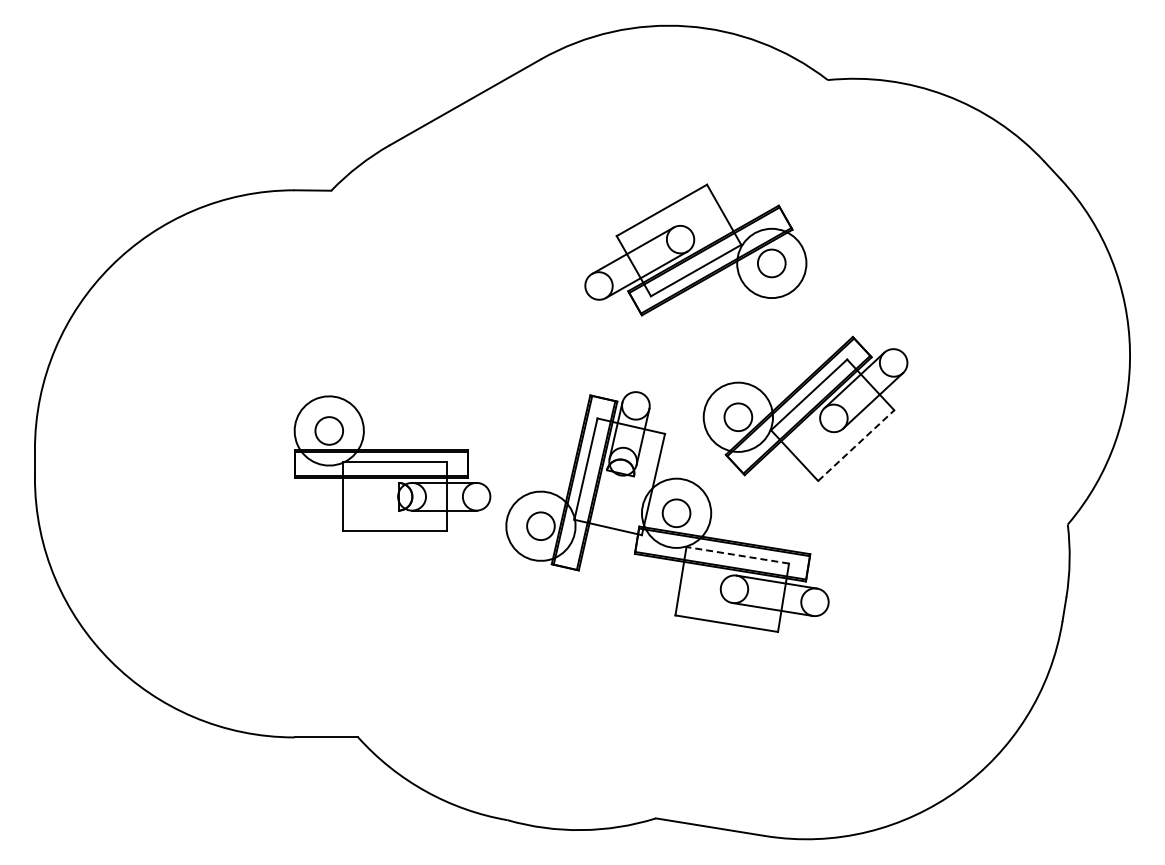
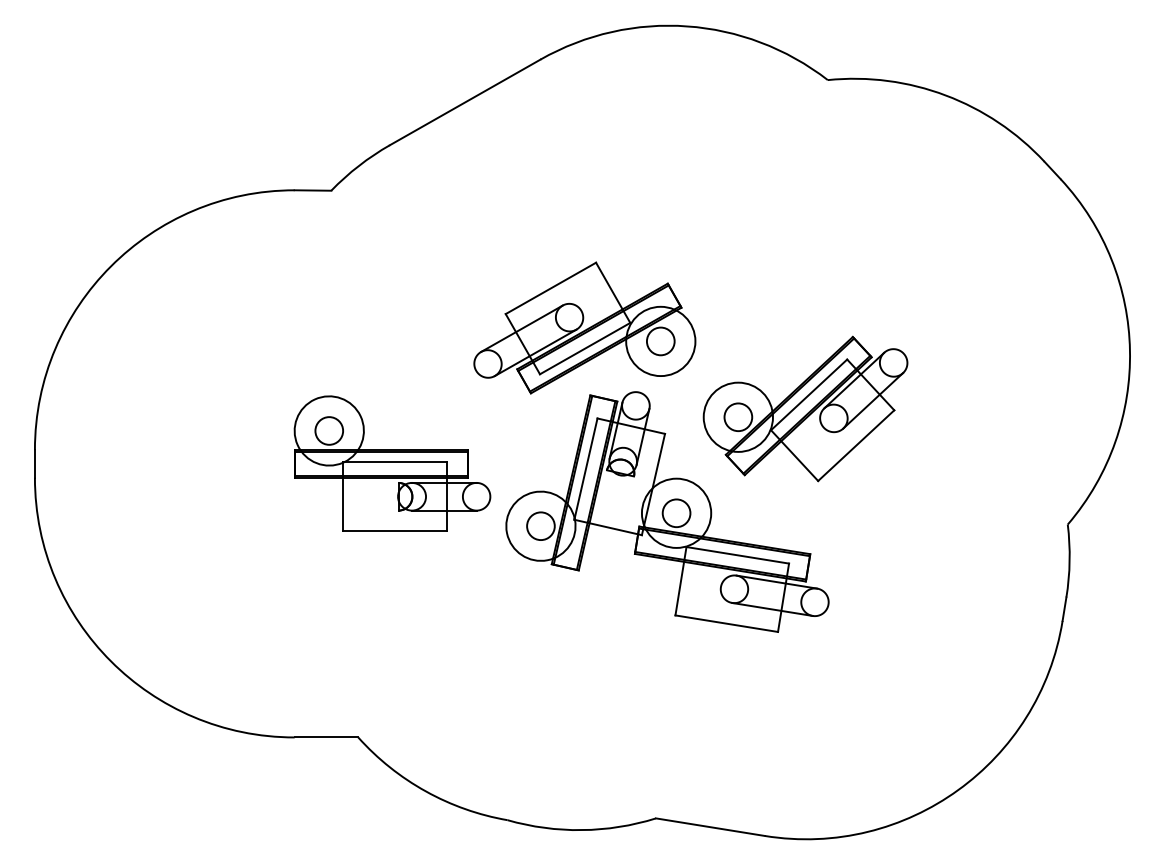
part at (695, 249) position: (695, 249) -> (584, 327)
line at (856, 445): dashed -> solid
line at (737, 555): dashed -> solid
